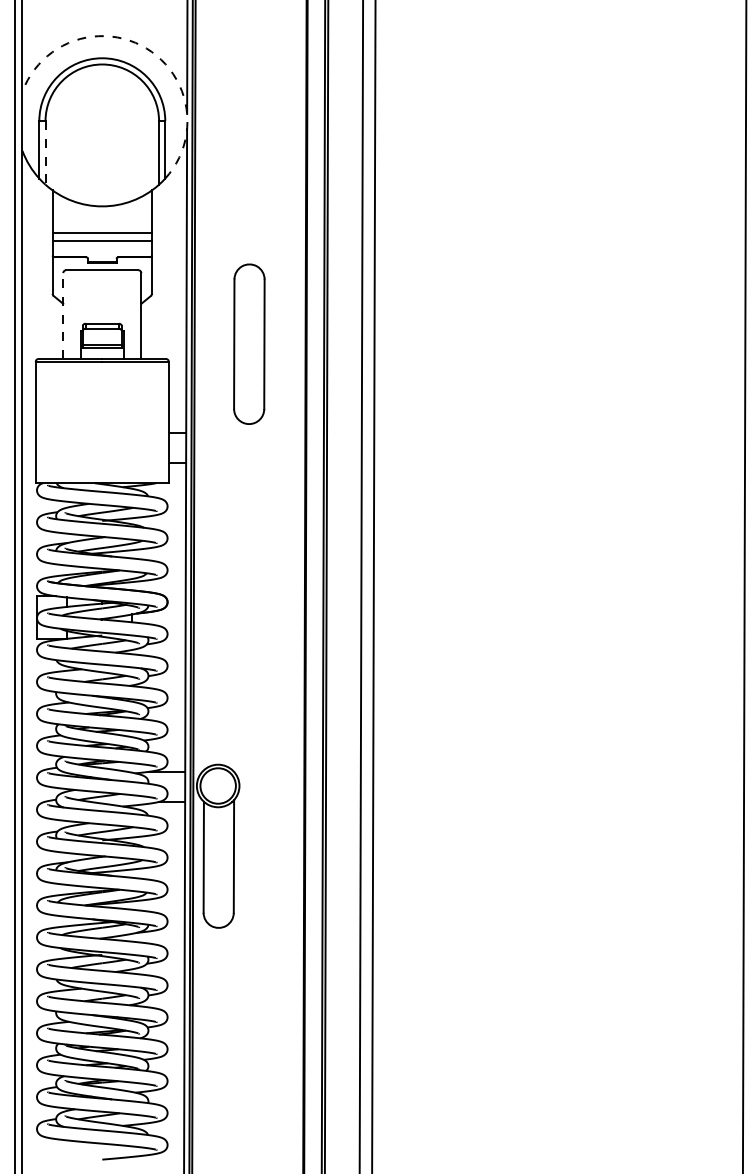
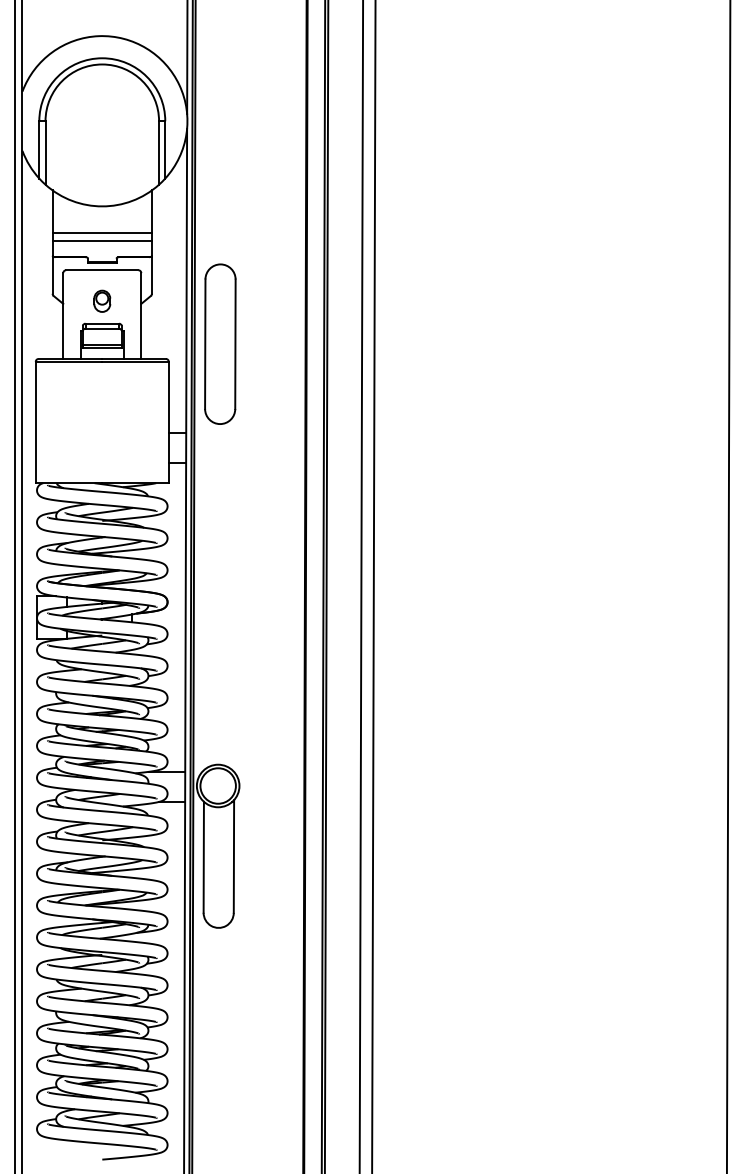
arc at (146, 48): dashed -> solid
line at (45, 153): dashed -> solid
part at (102, 300): none -> present
line at (63, 316): dashed -> solid
part at (249, 343) position: (249, 343) -> (220, 343)
line at (744, 586) position: (744, 586) -> (728, 586)
